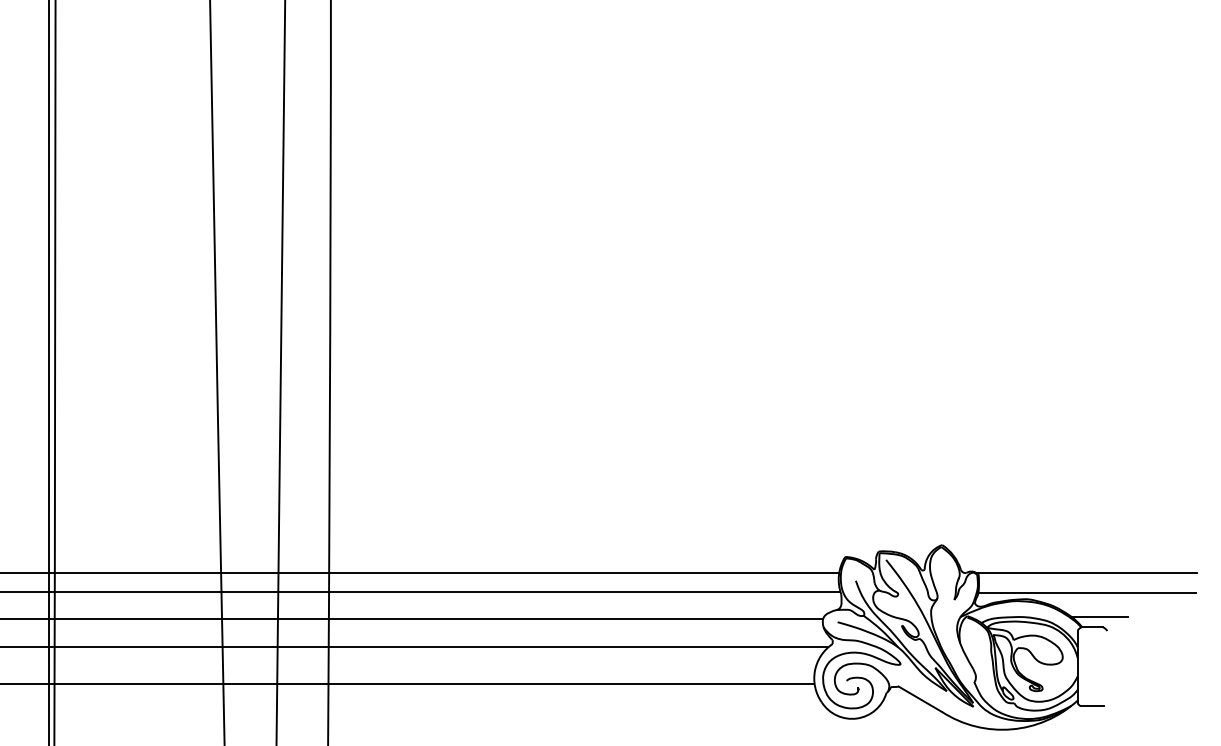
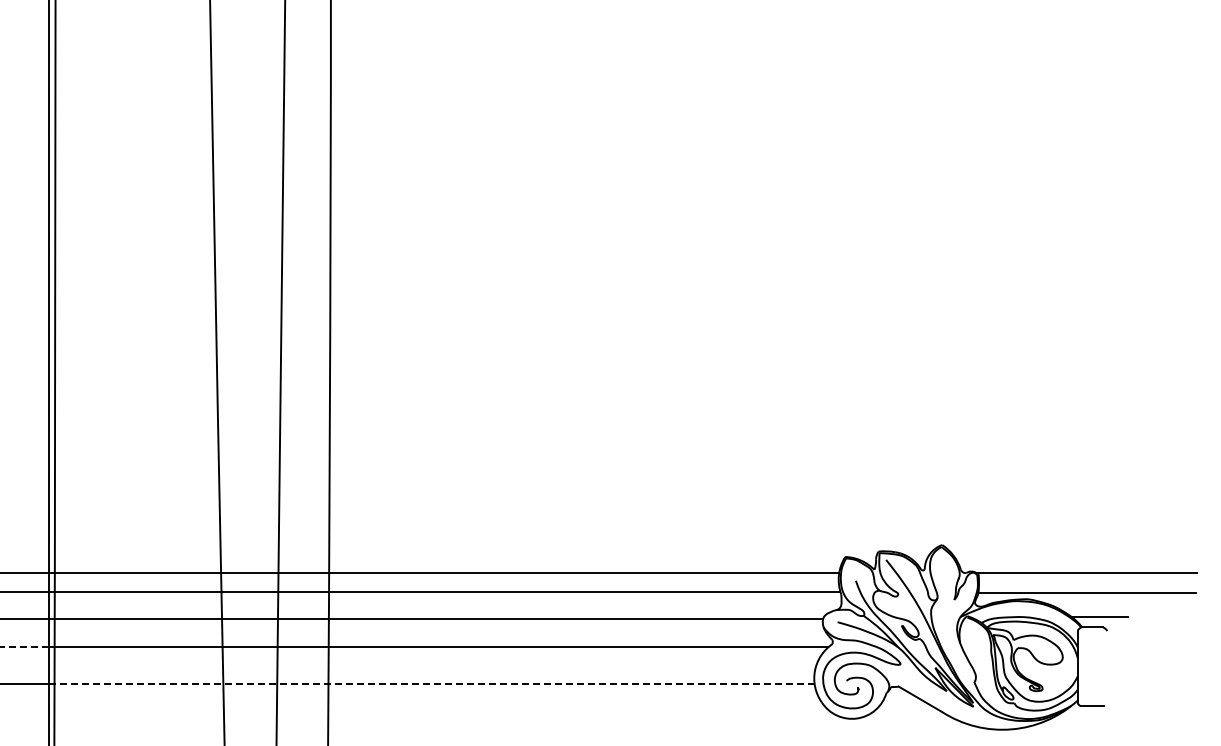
line at (24, 647): solid -> dashed
line at (431, 683): solid -> dashed
